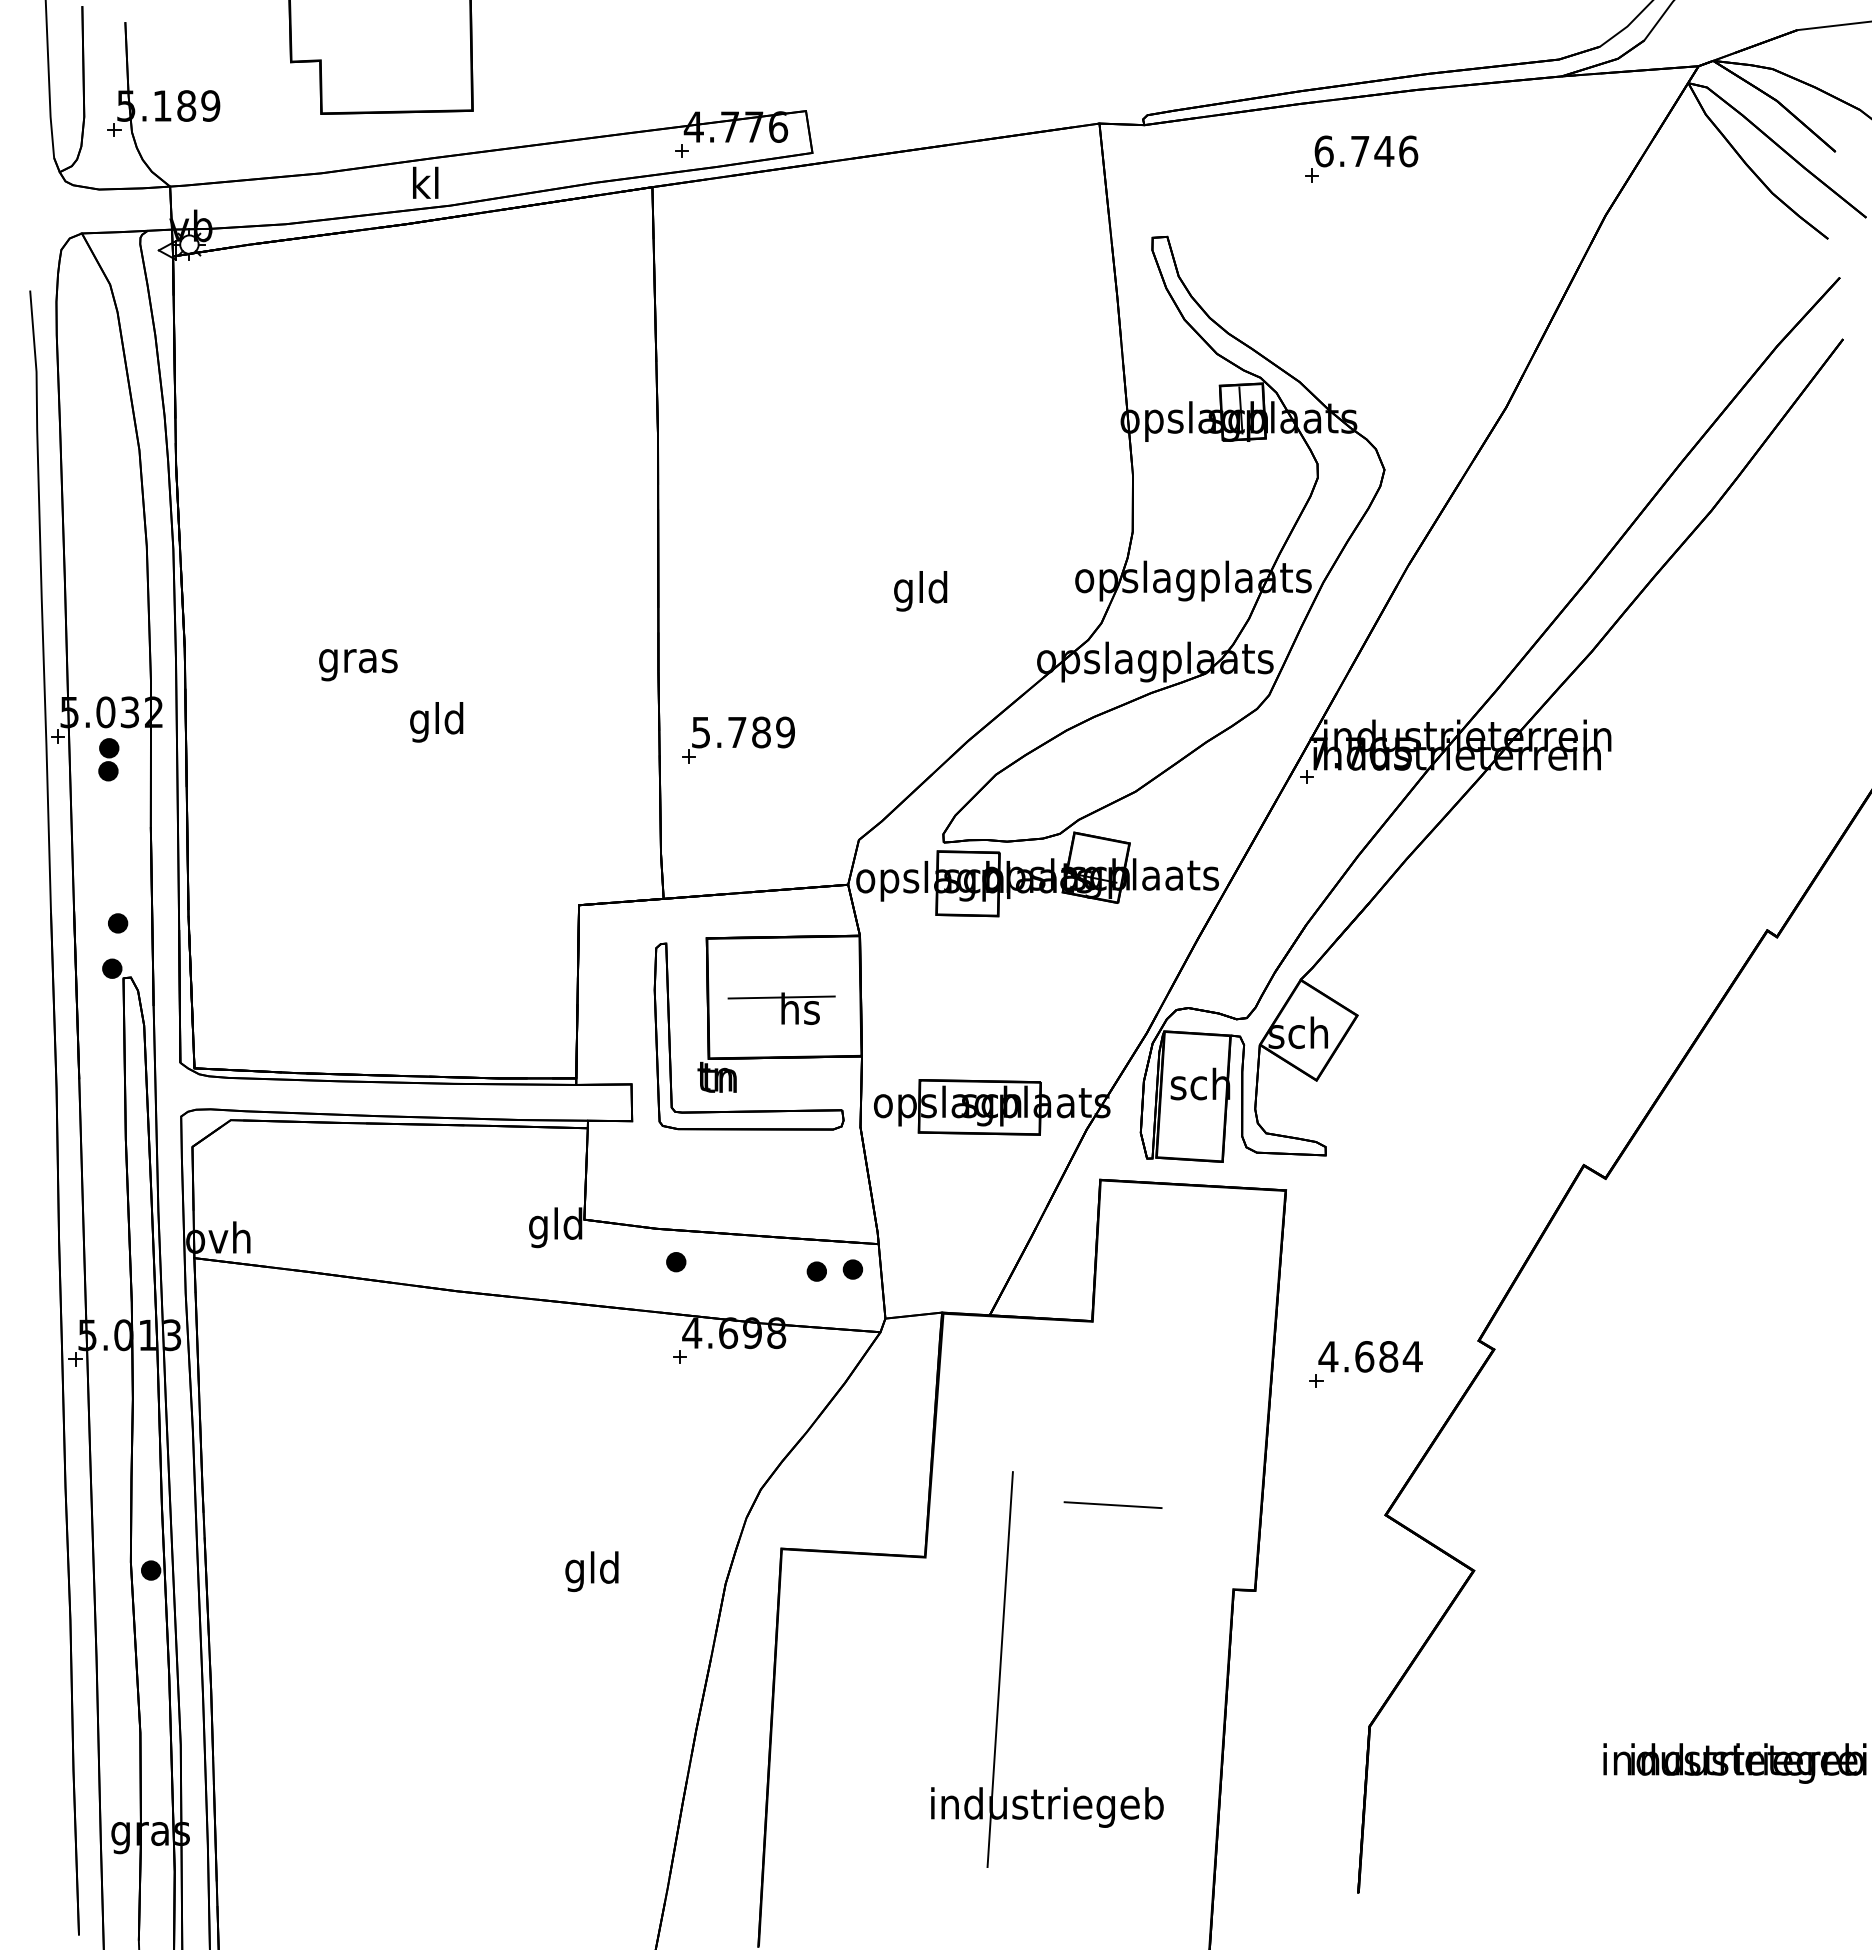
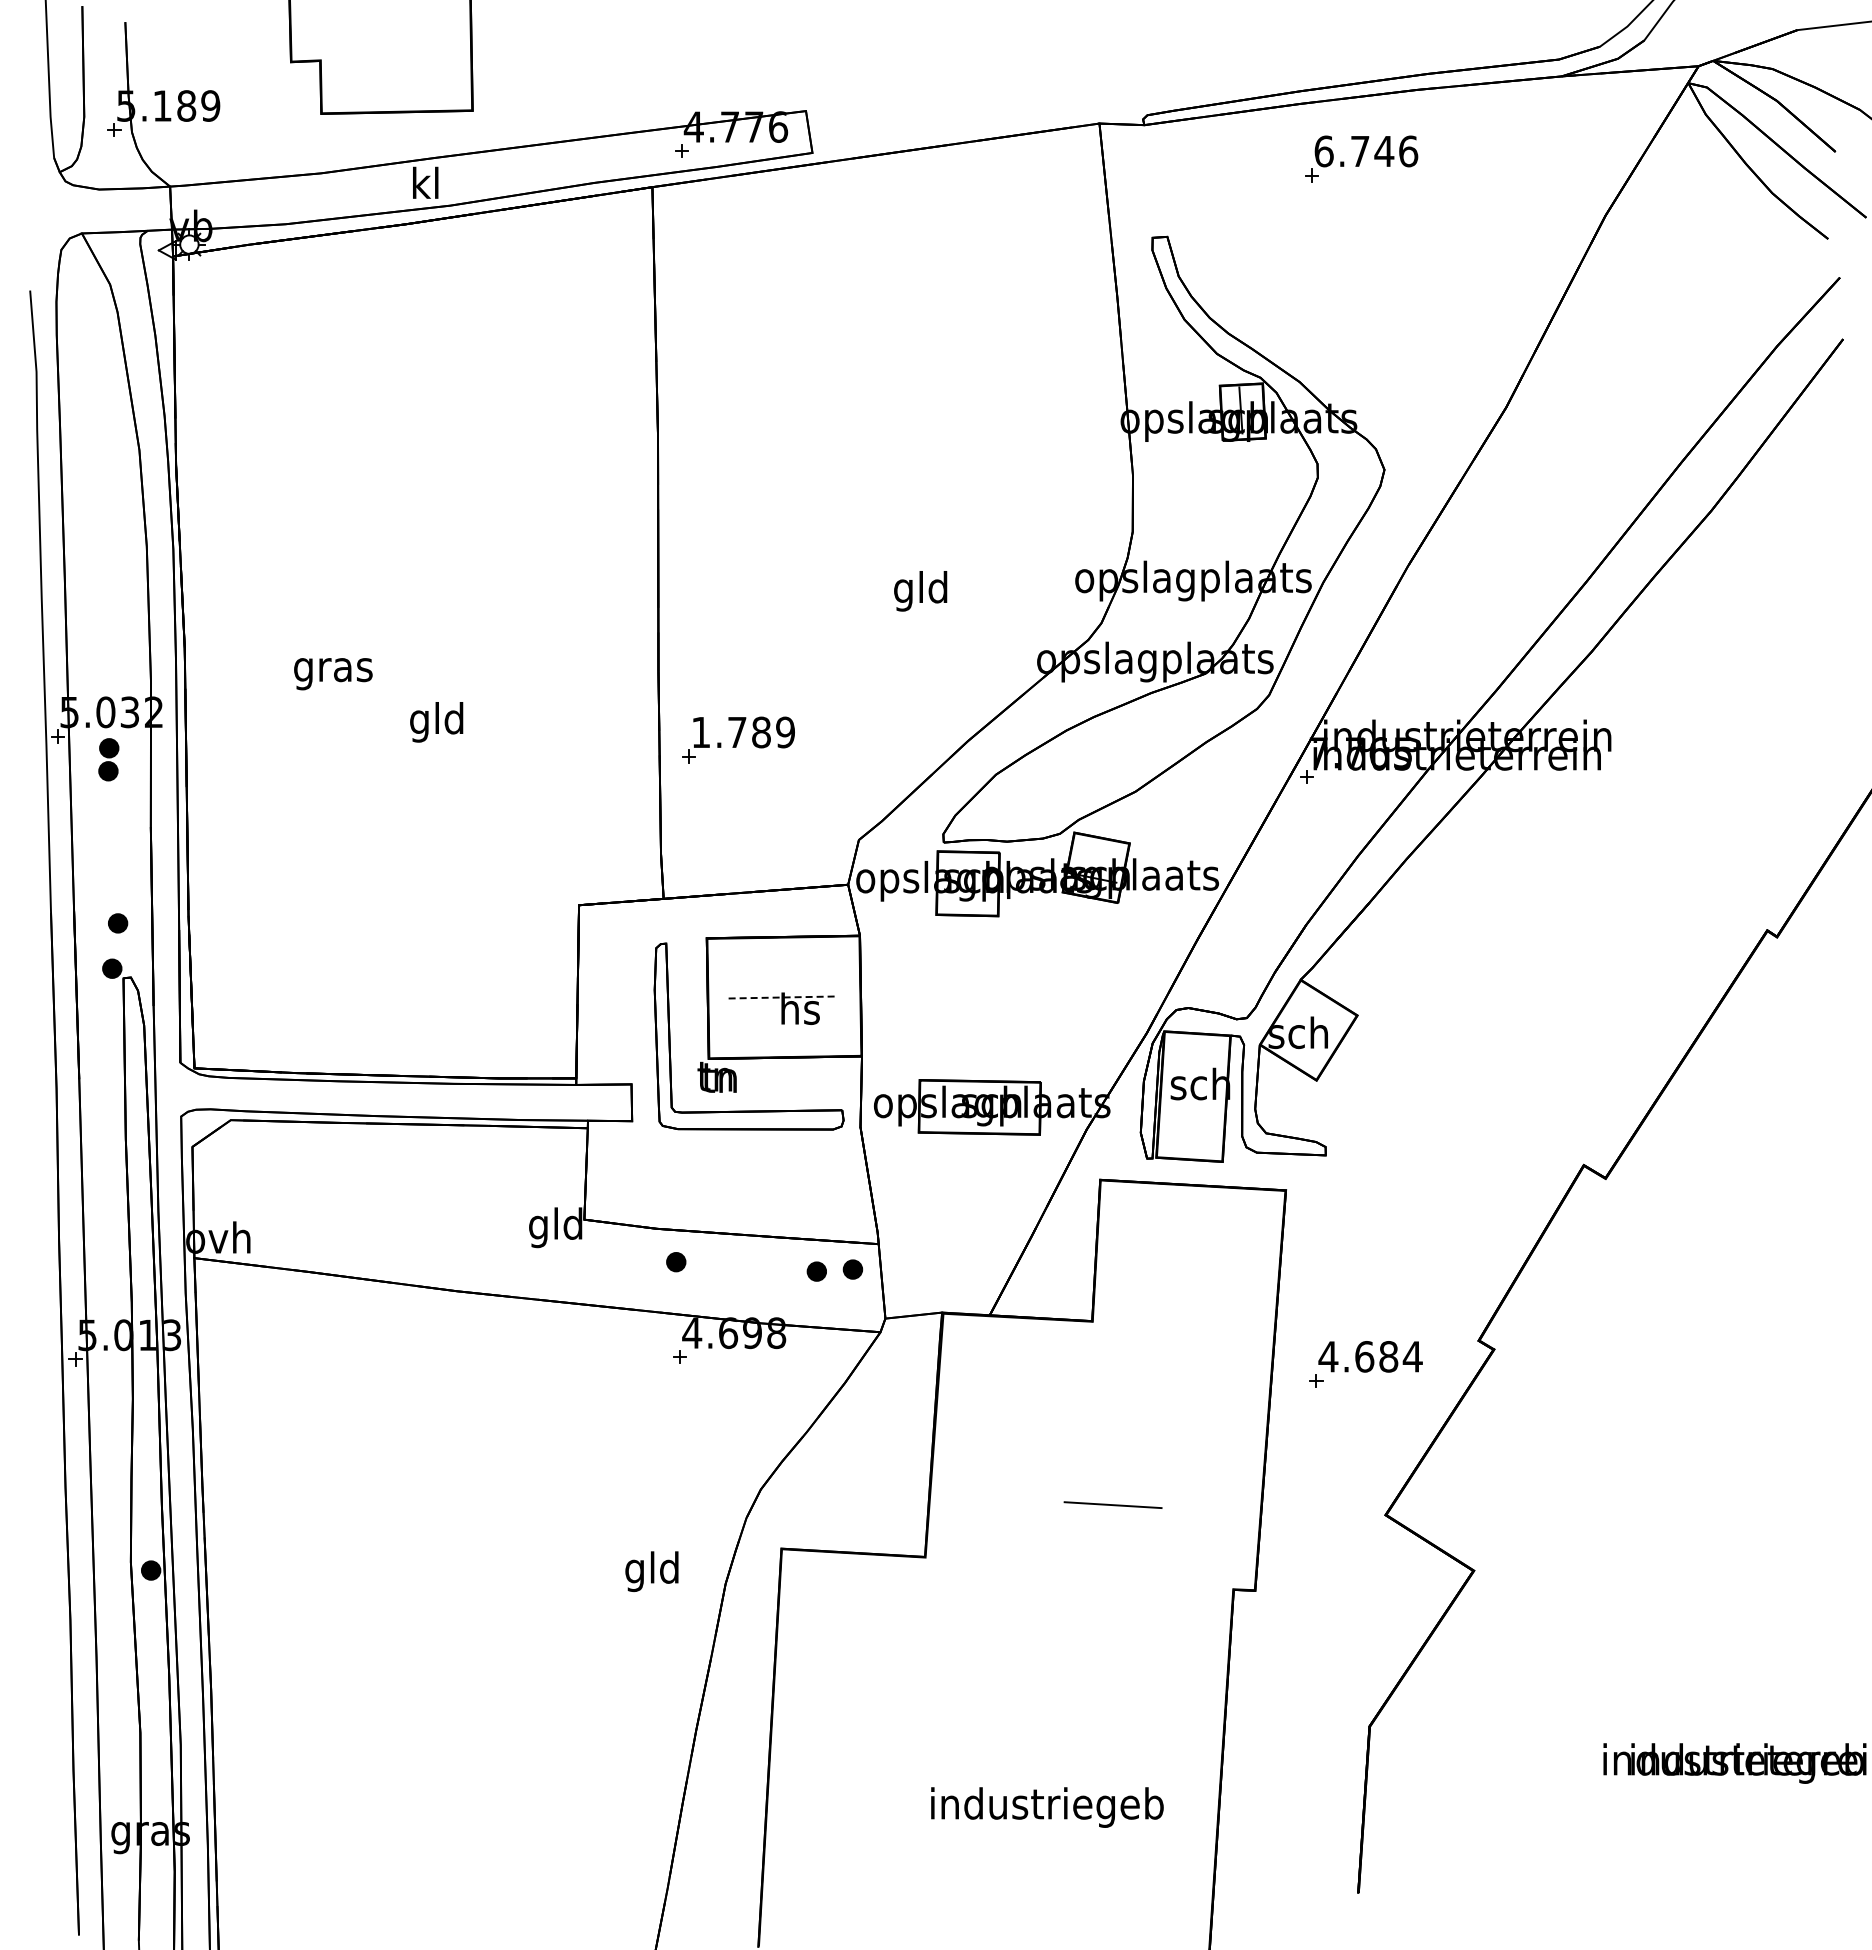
text at (358, 665) position: (358, 665) -> (333, 674)
text at (700, 732): 5.789 -> 1.789
line at (782, 997): solid -> dashed
text at (591, 1571) position: (591, 1571) -> (651, 1571)
line at (999, 1669): present -> none
